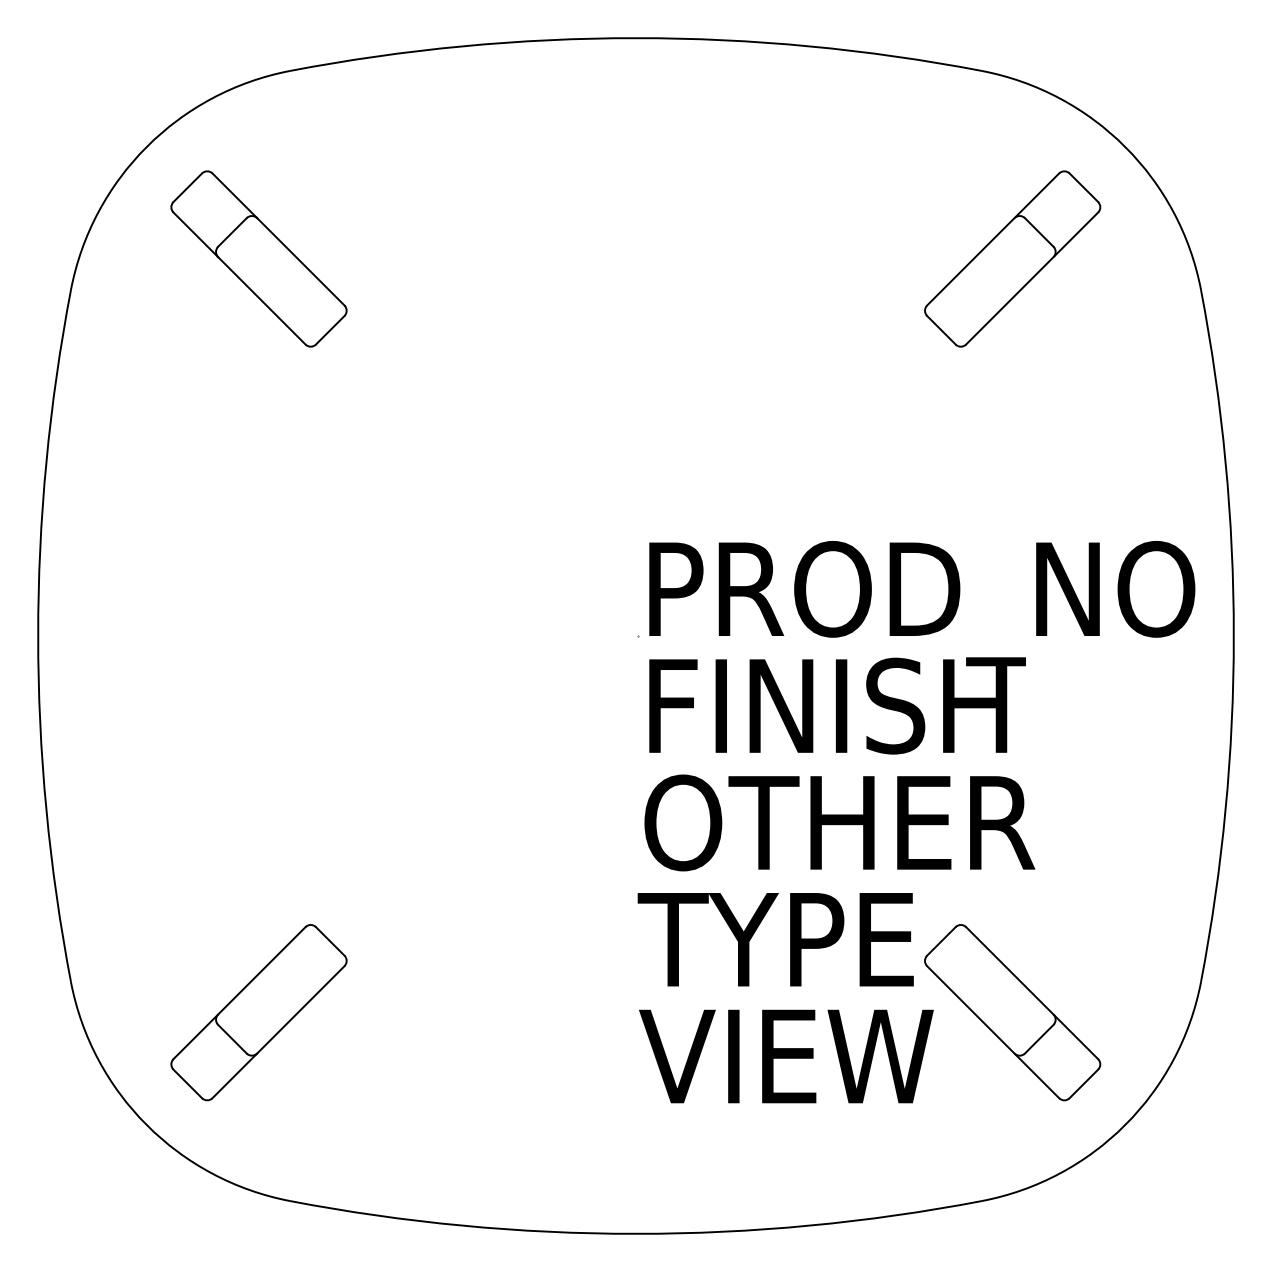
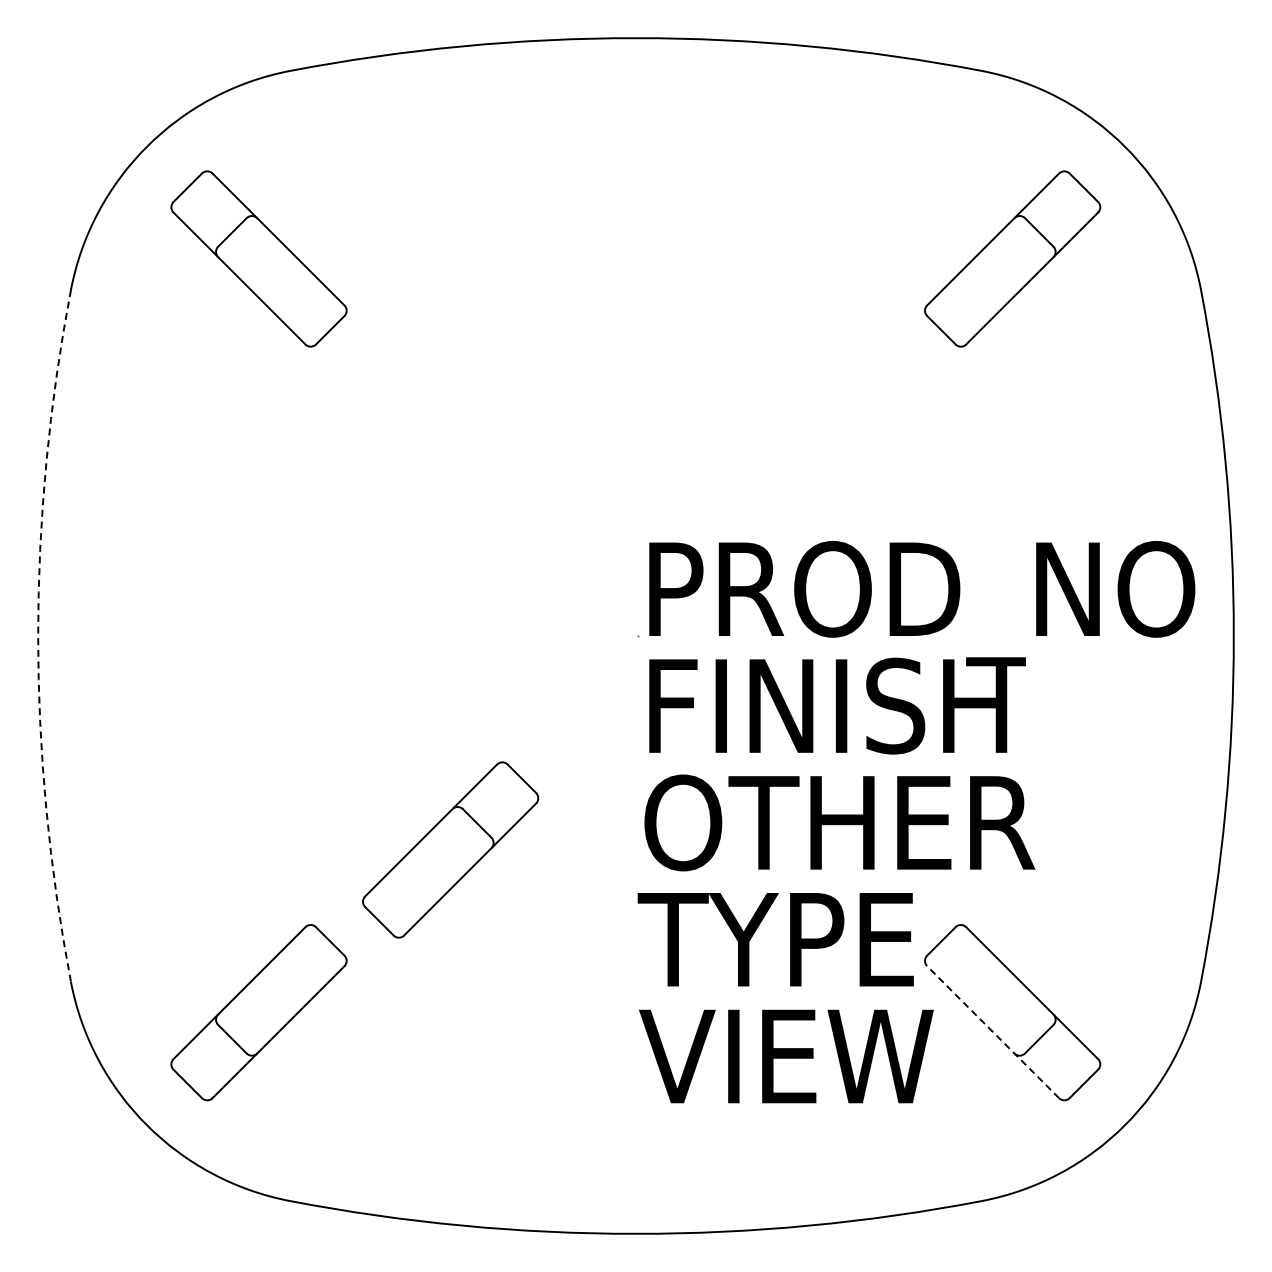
arc at (38, 635): solid -> dashed
part at (450, 849): none -> present
line at (992, 1031): solid -> dashed
